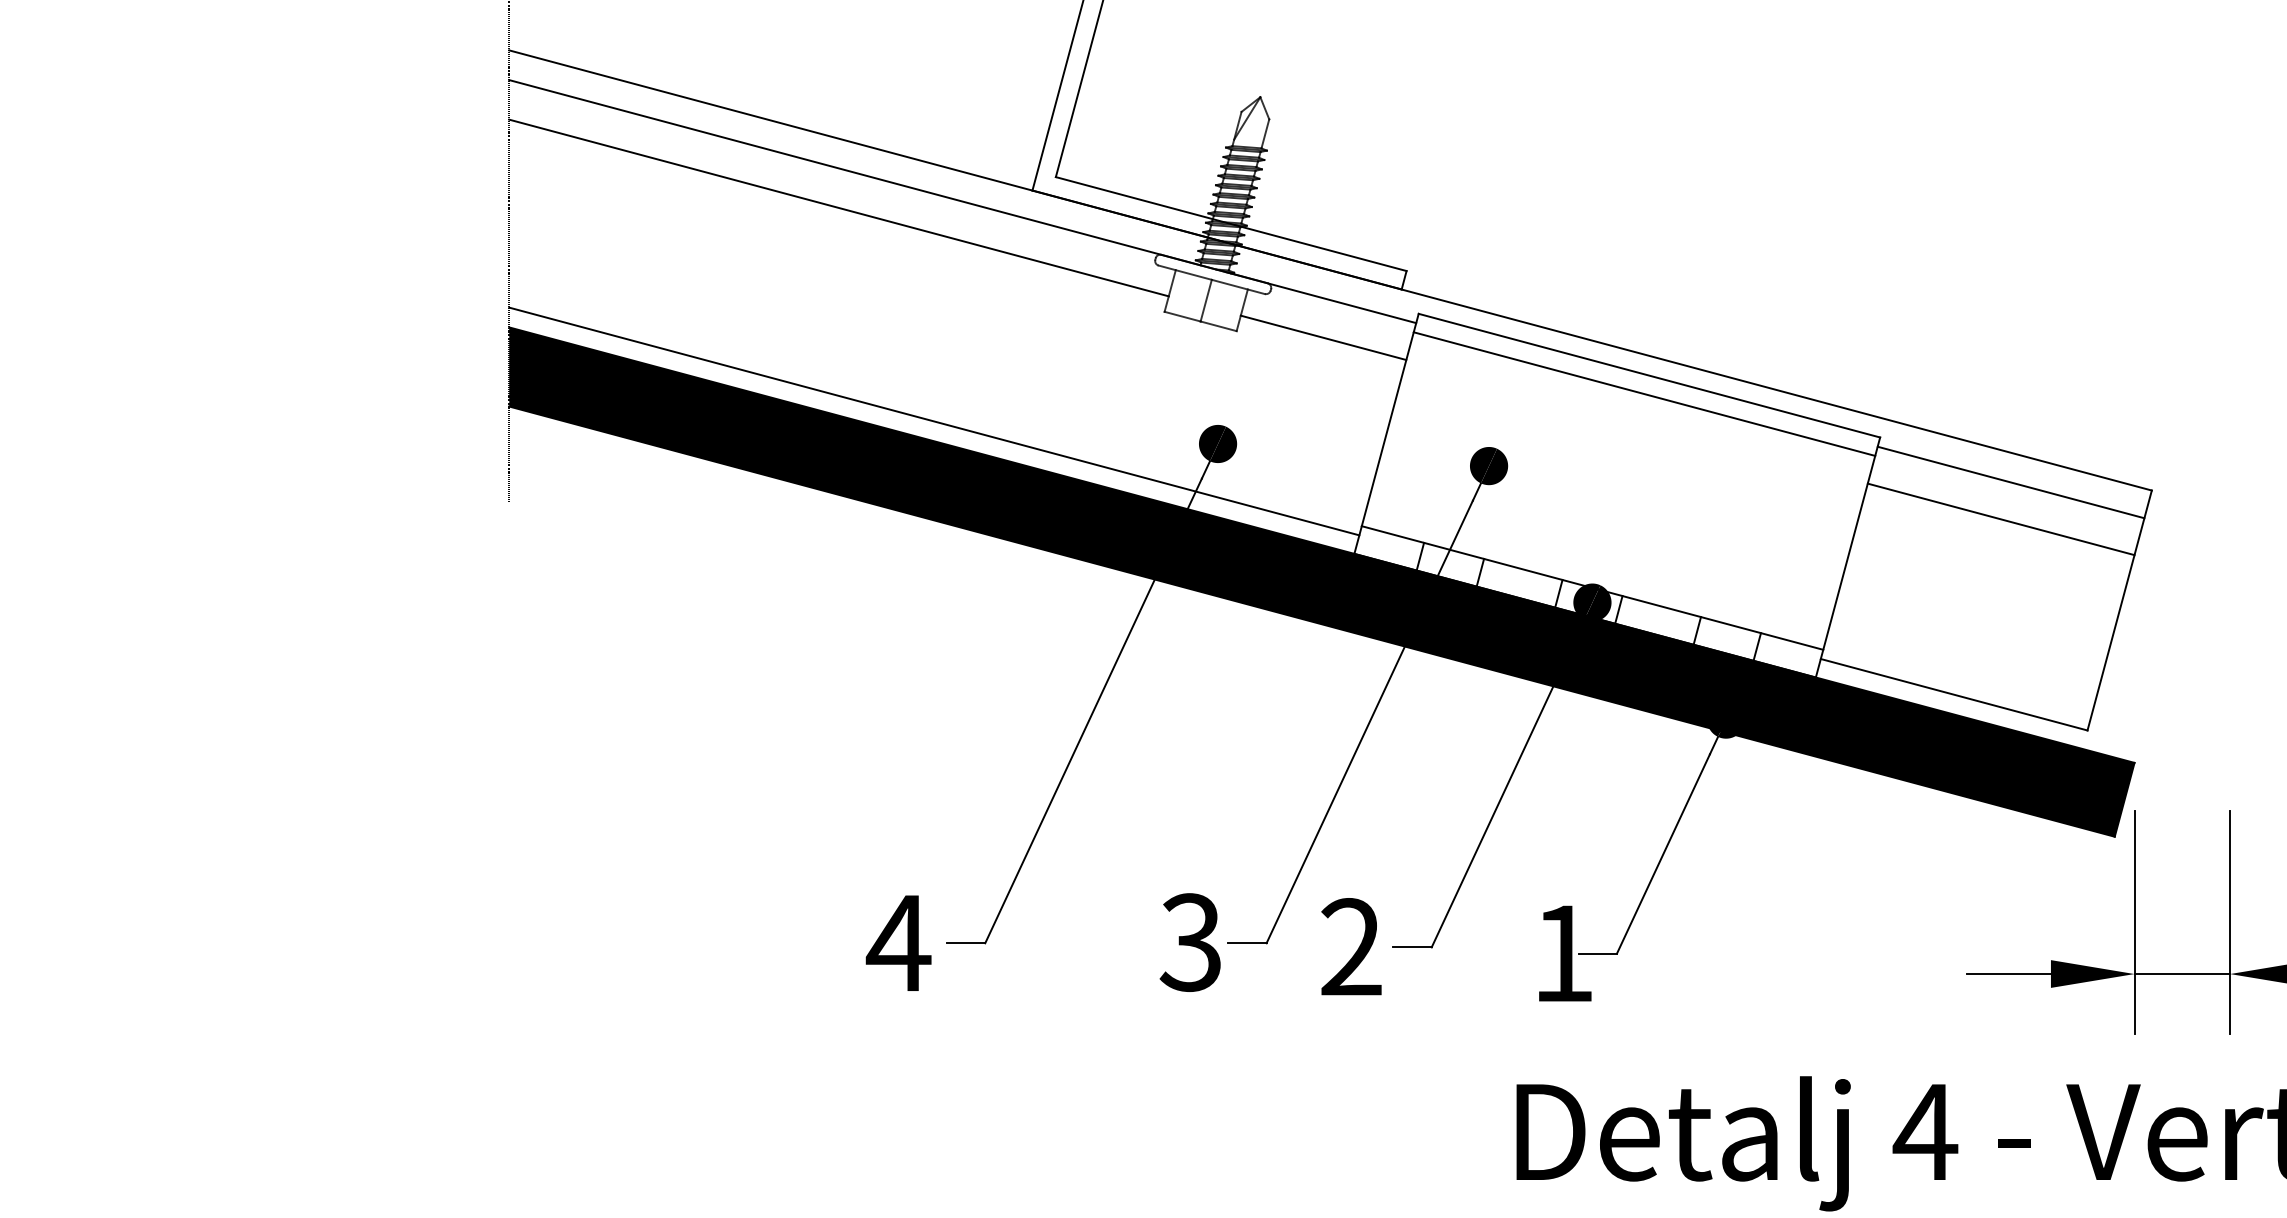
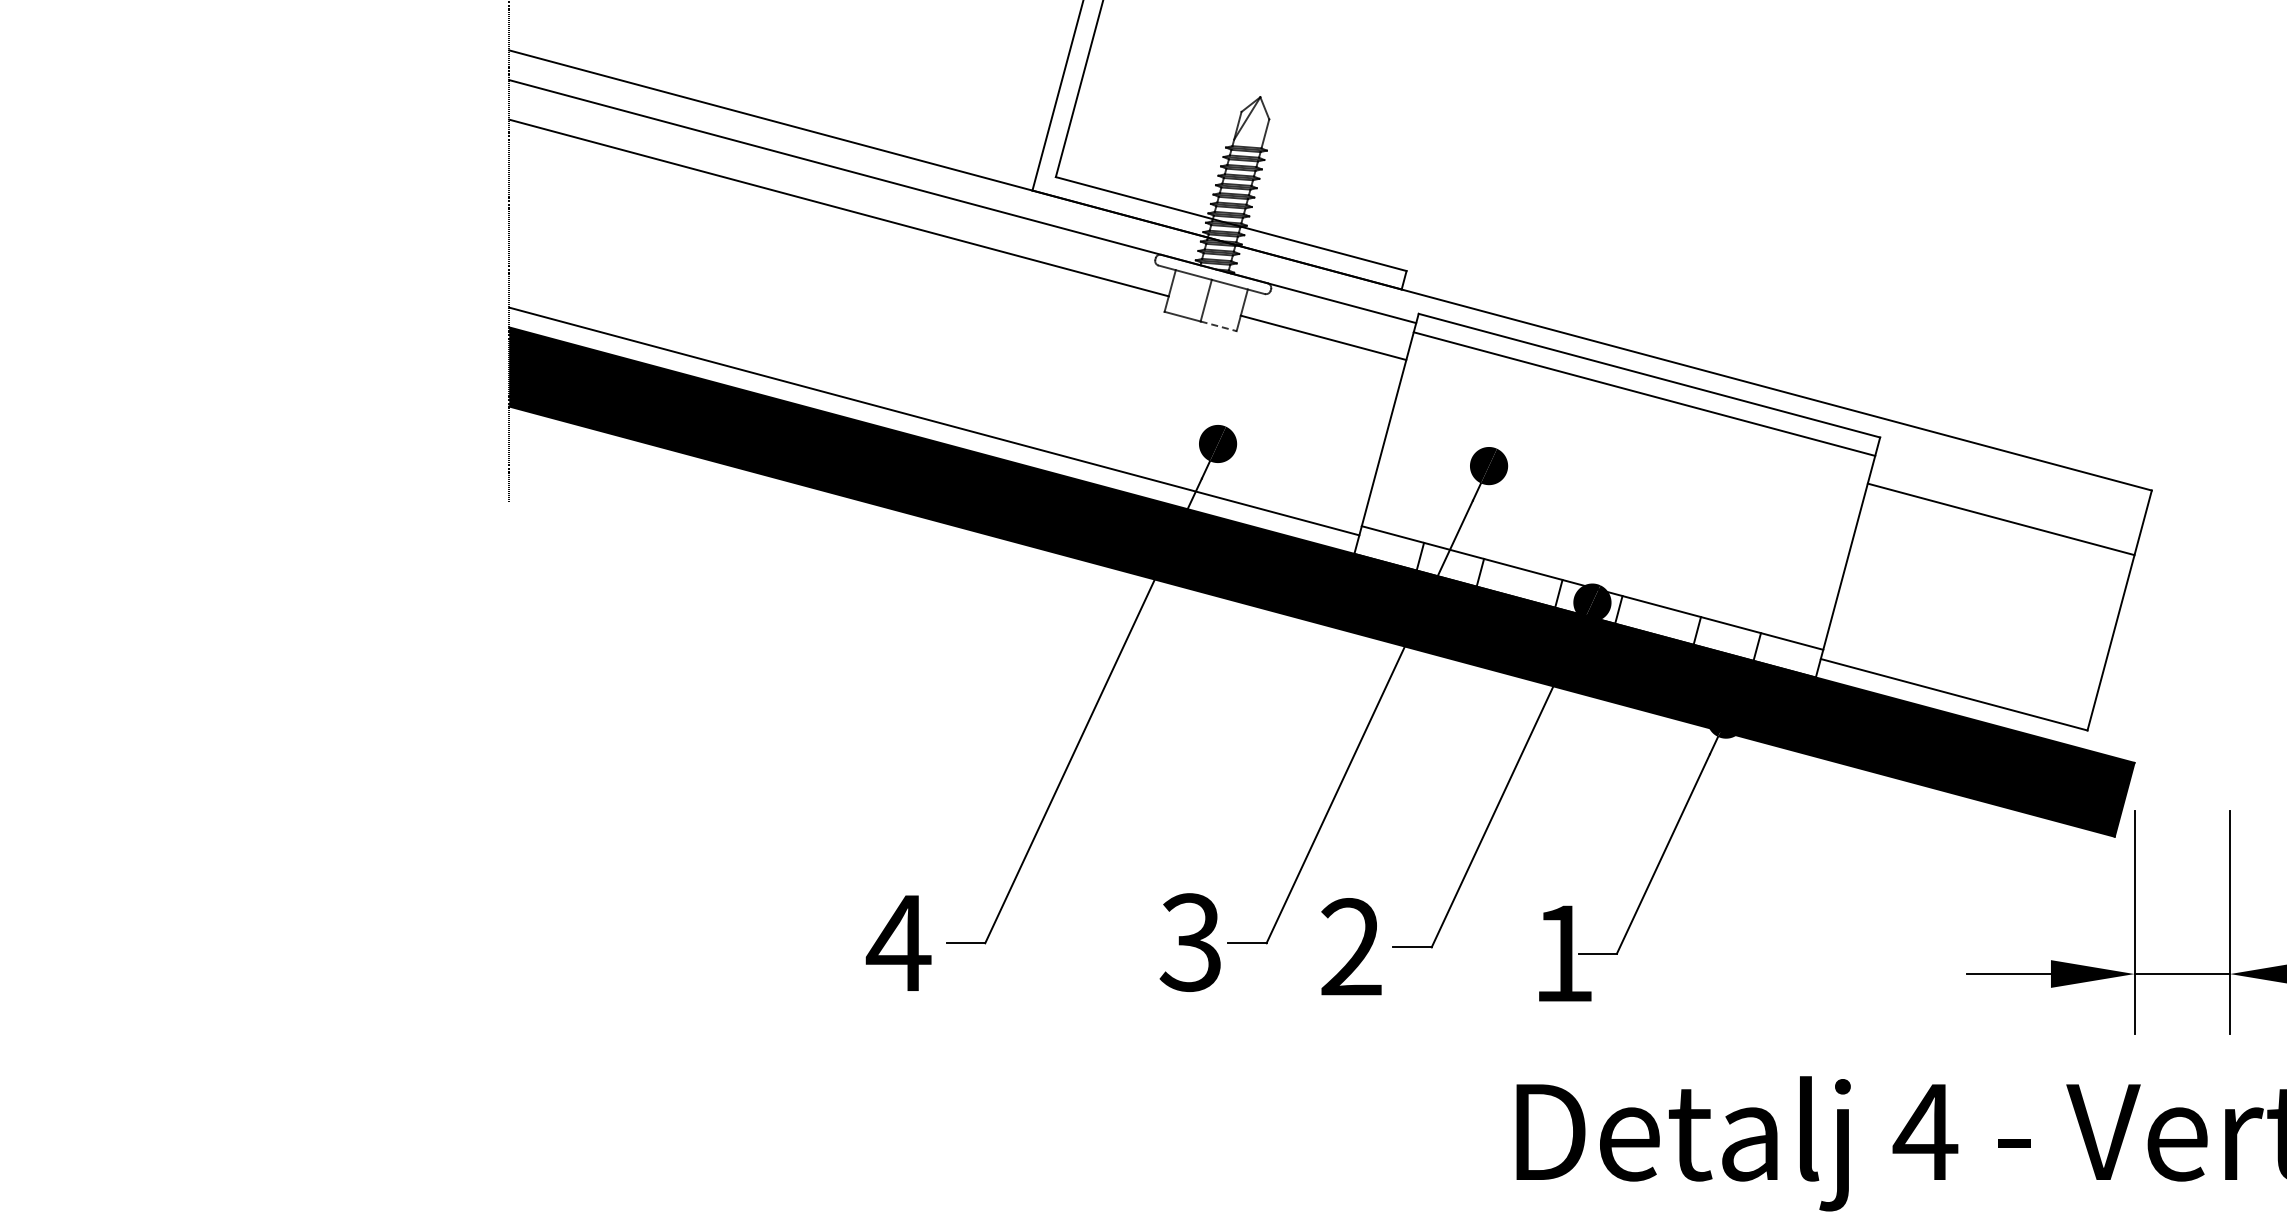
line at (1218, 326): solid -> dashed
line at (2010, 482): present -> none
